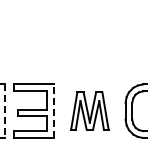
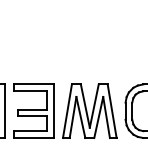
part at (89, 110) size: 40x40 px -> 56x56 px
line at (4, 111): dashed -> solid
line at (54, 111): dashed -> solid
